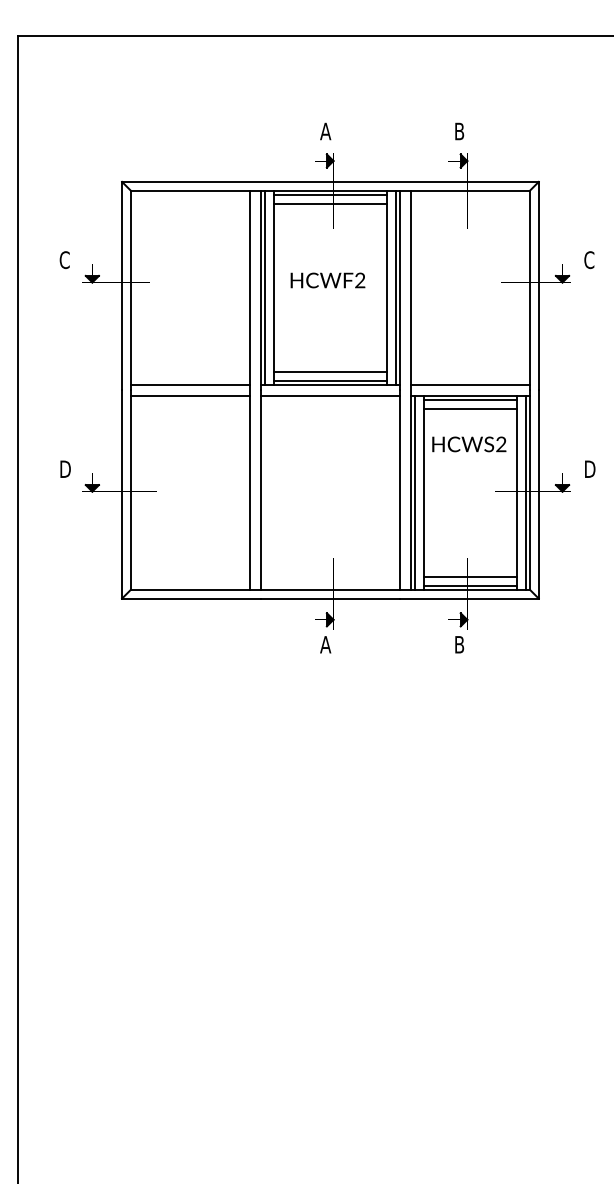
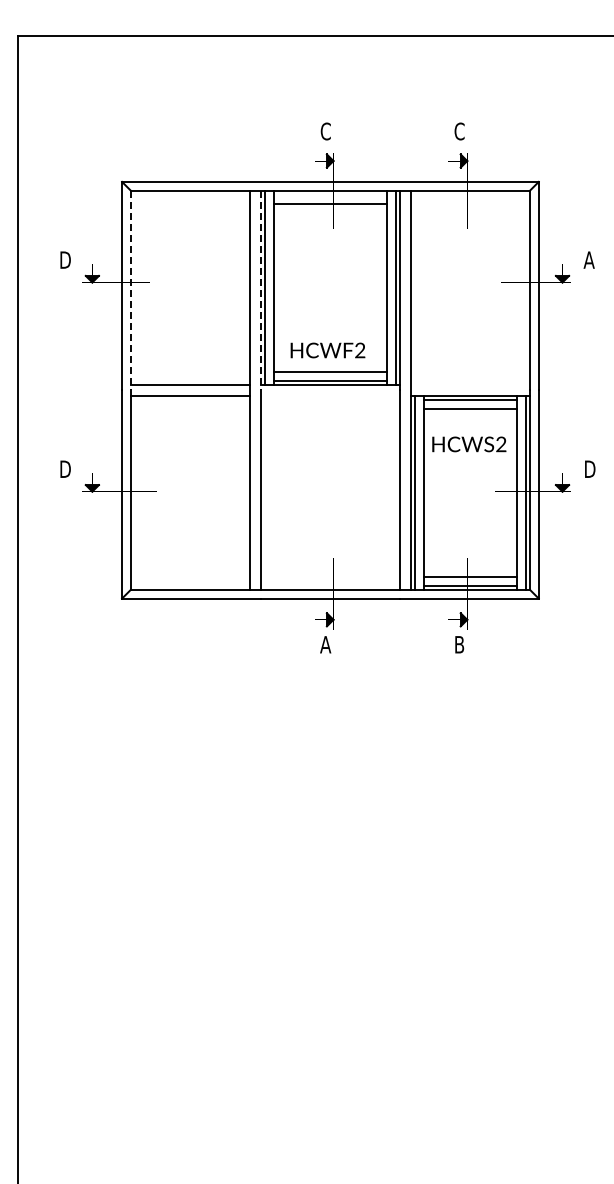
text at (325, 131): A -> C
text at (459, 131): B -> C
line at (330, 194): present -> none
text at (64, 260): C -> D
text at (588, 260): C -> A
text at (327, 280) position: (327, 280) -> (327, 350)
line at (130, 290): solid -> dashed
line at (260, 290): solid -> dashed
line at (470, 384): present -> none
line at (329, 395): present -> none
